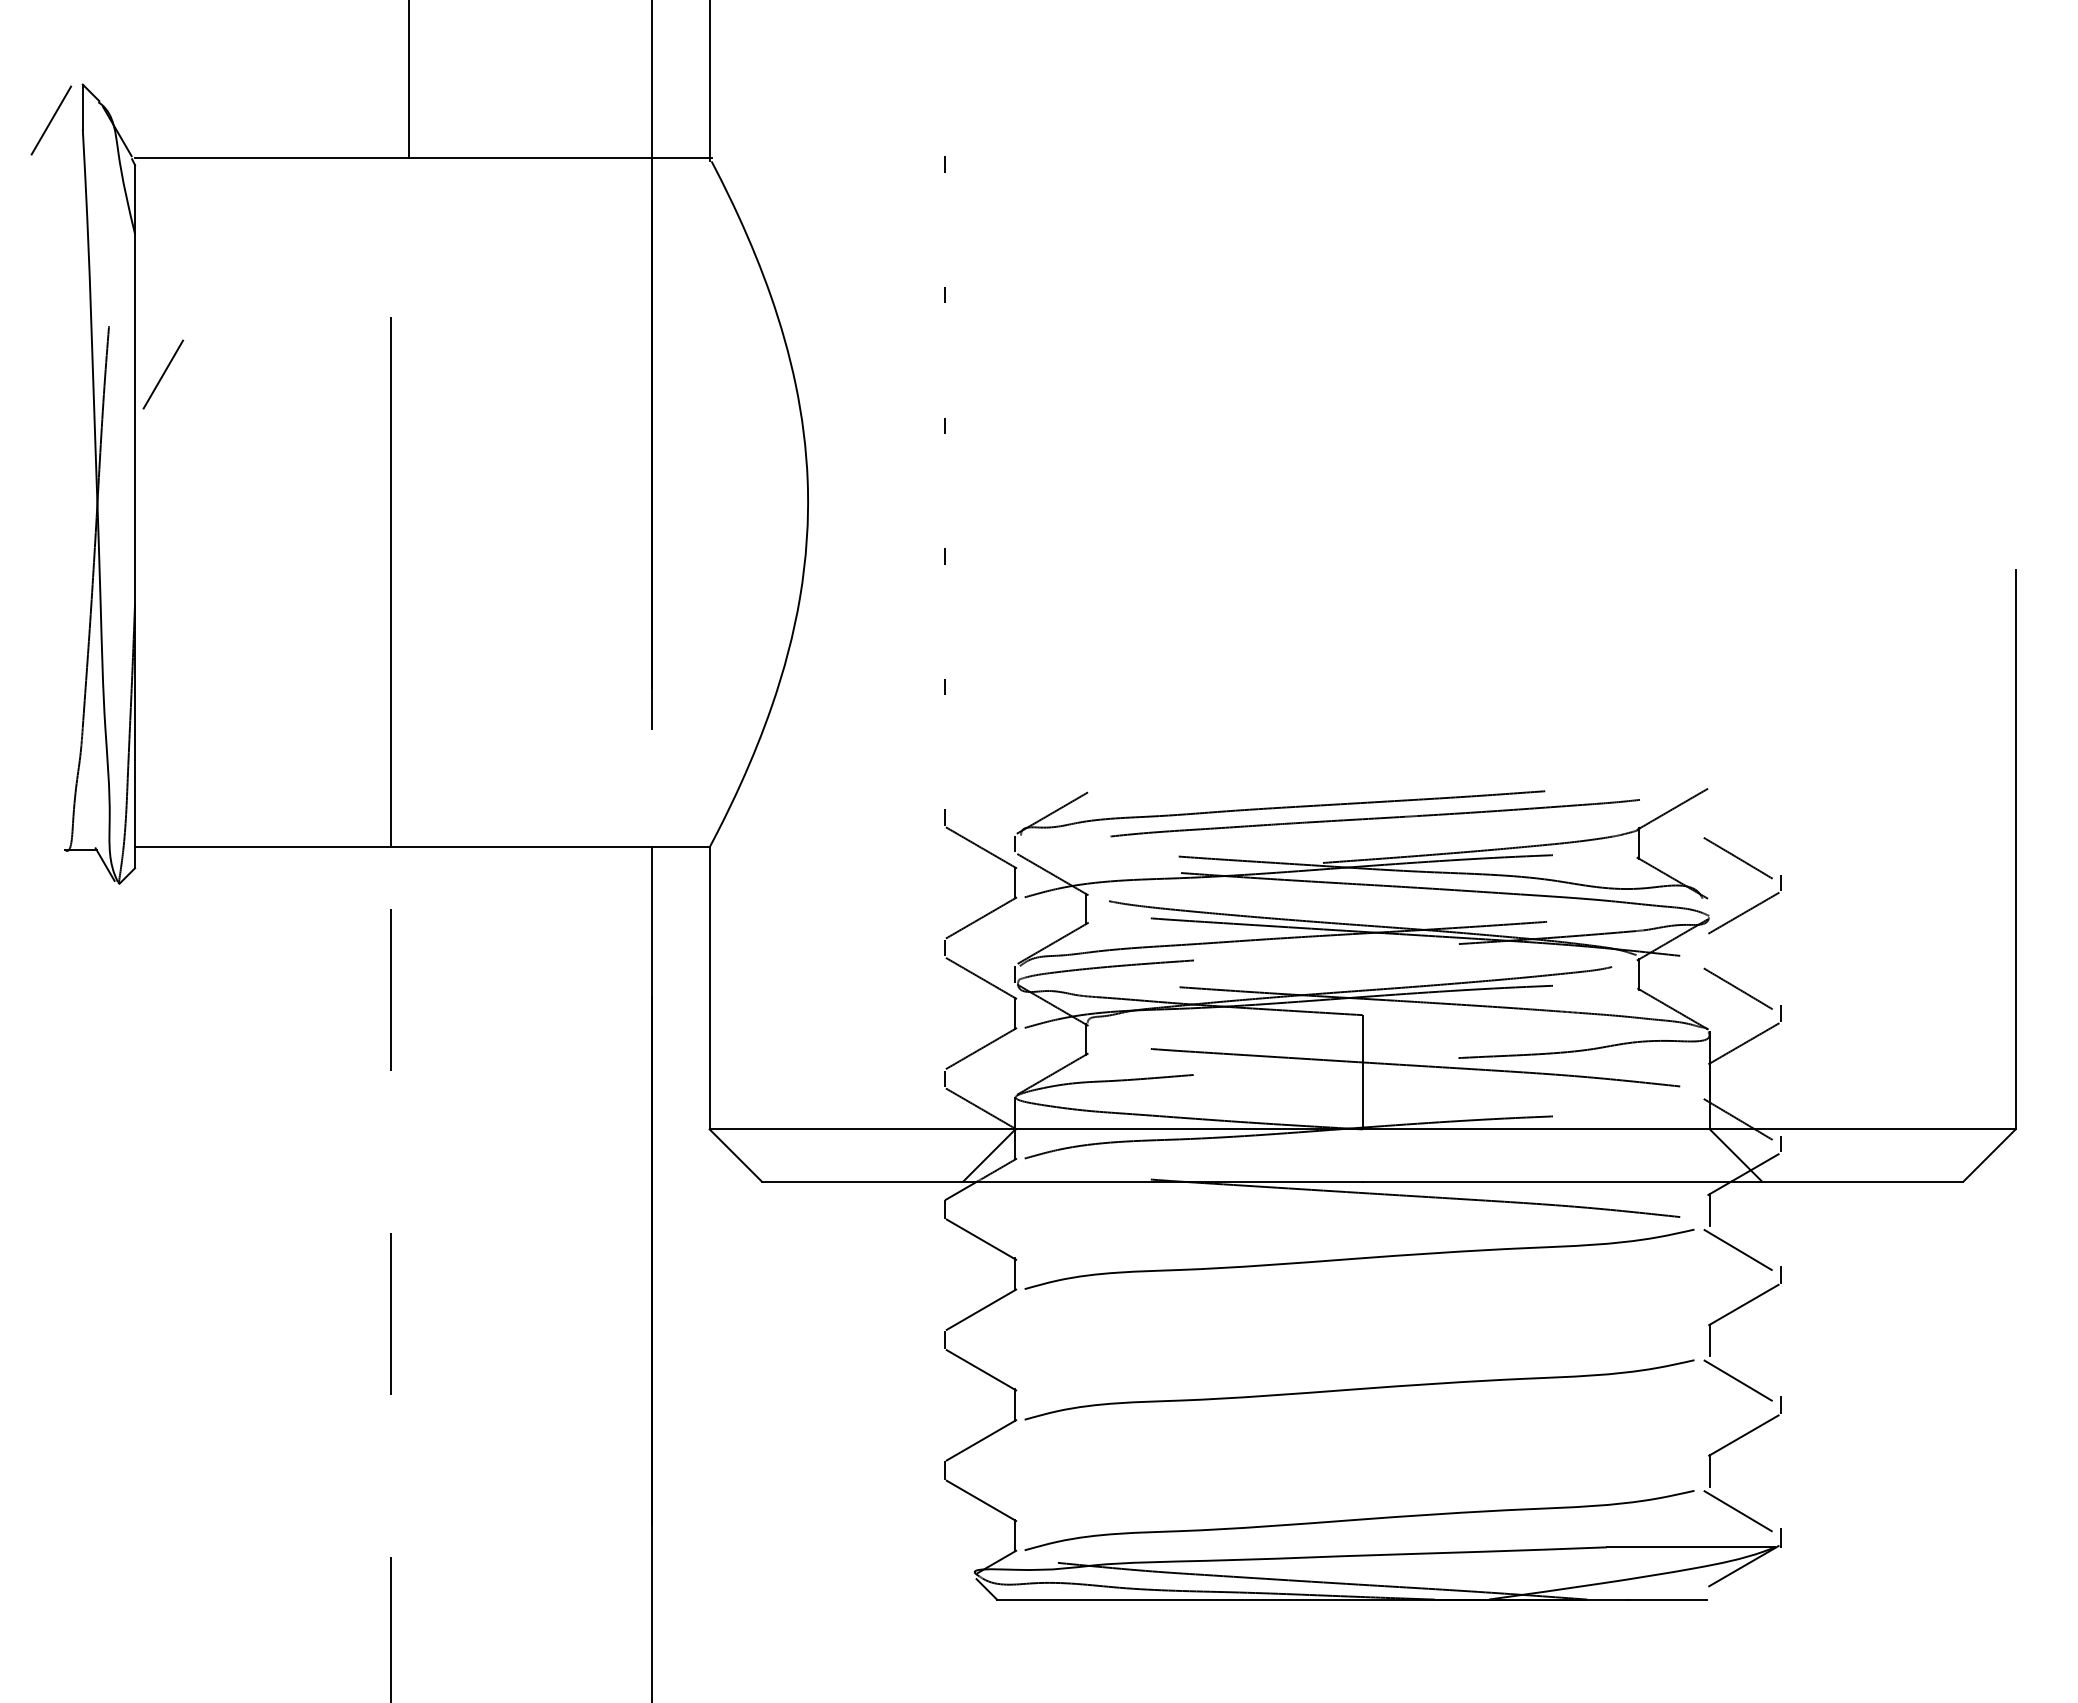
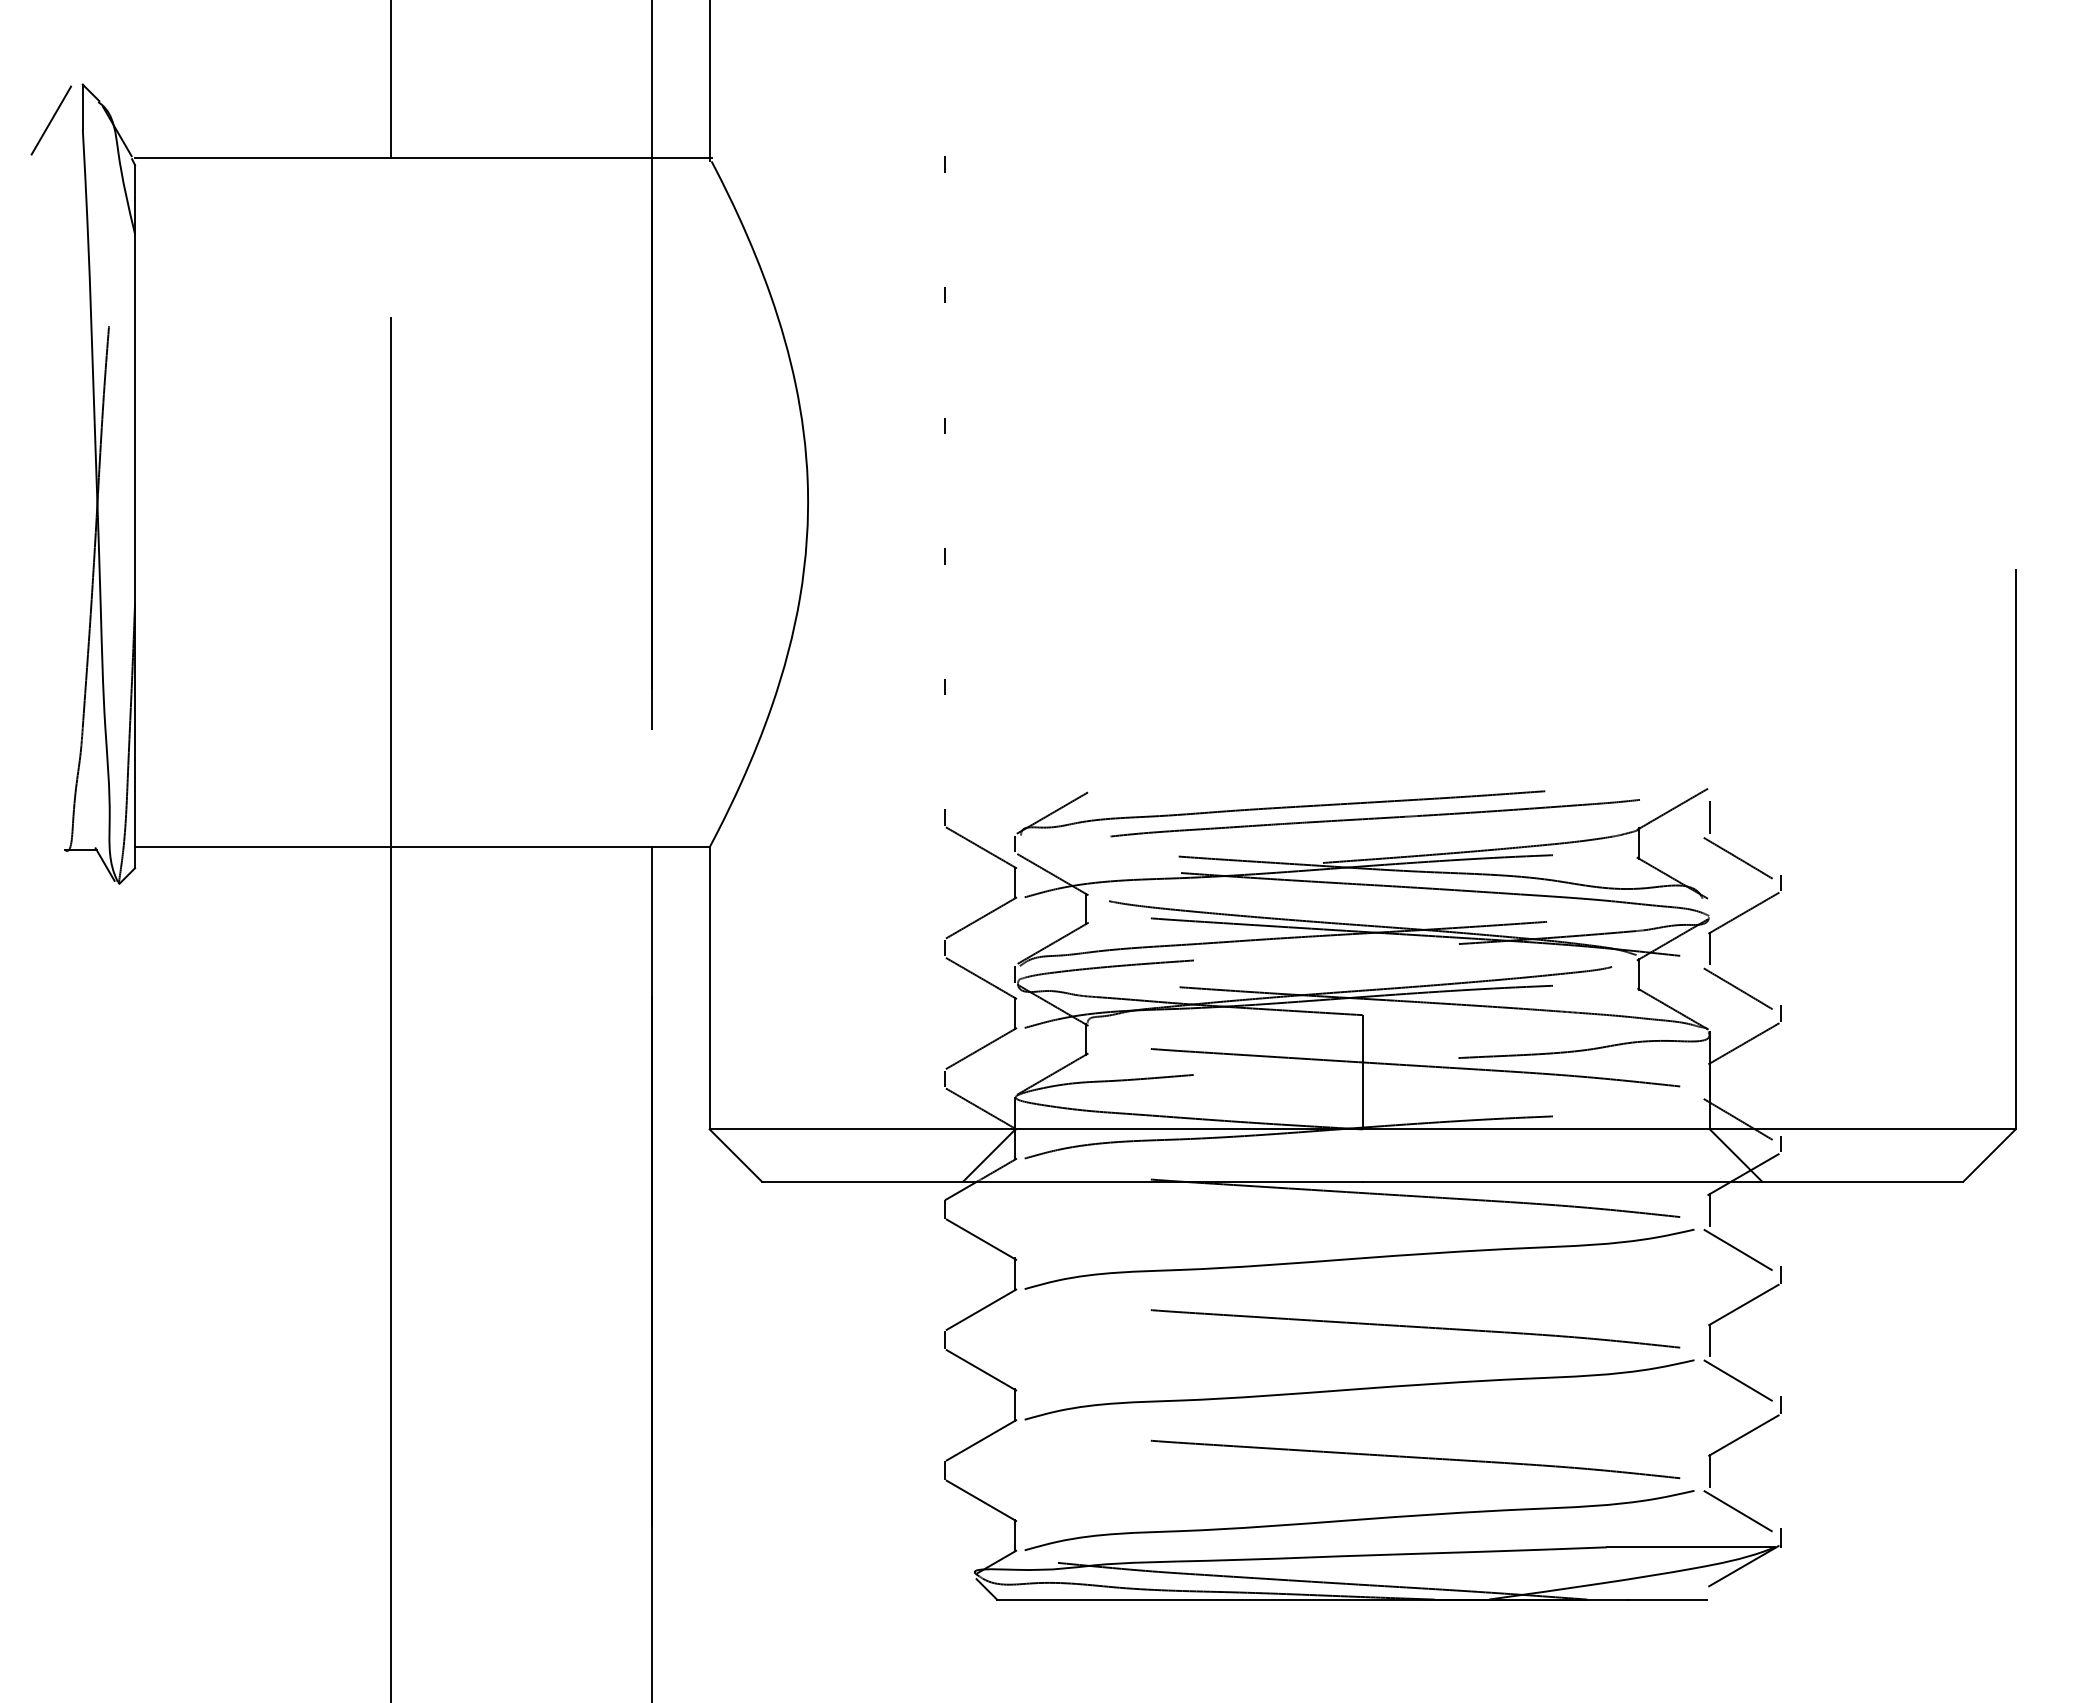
line at (409, 79) position: (409, 79) -> (391, 79)
line at (163, 374): present -> none
line at (1709, 817): none -> present
line at (1709, 947): none -> present
line at (391, 1275): dashed -> solid
curve at (1415, 1327): none -> present
curve at (1415, 1458): none -> present
